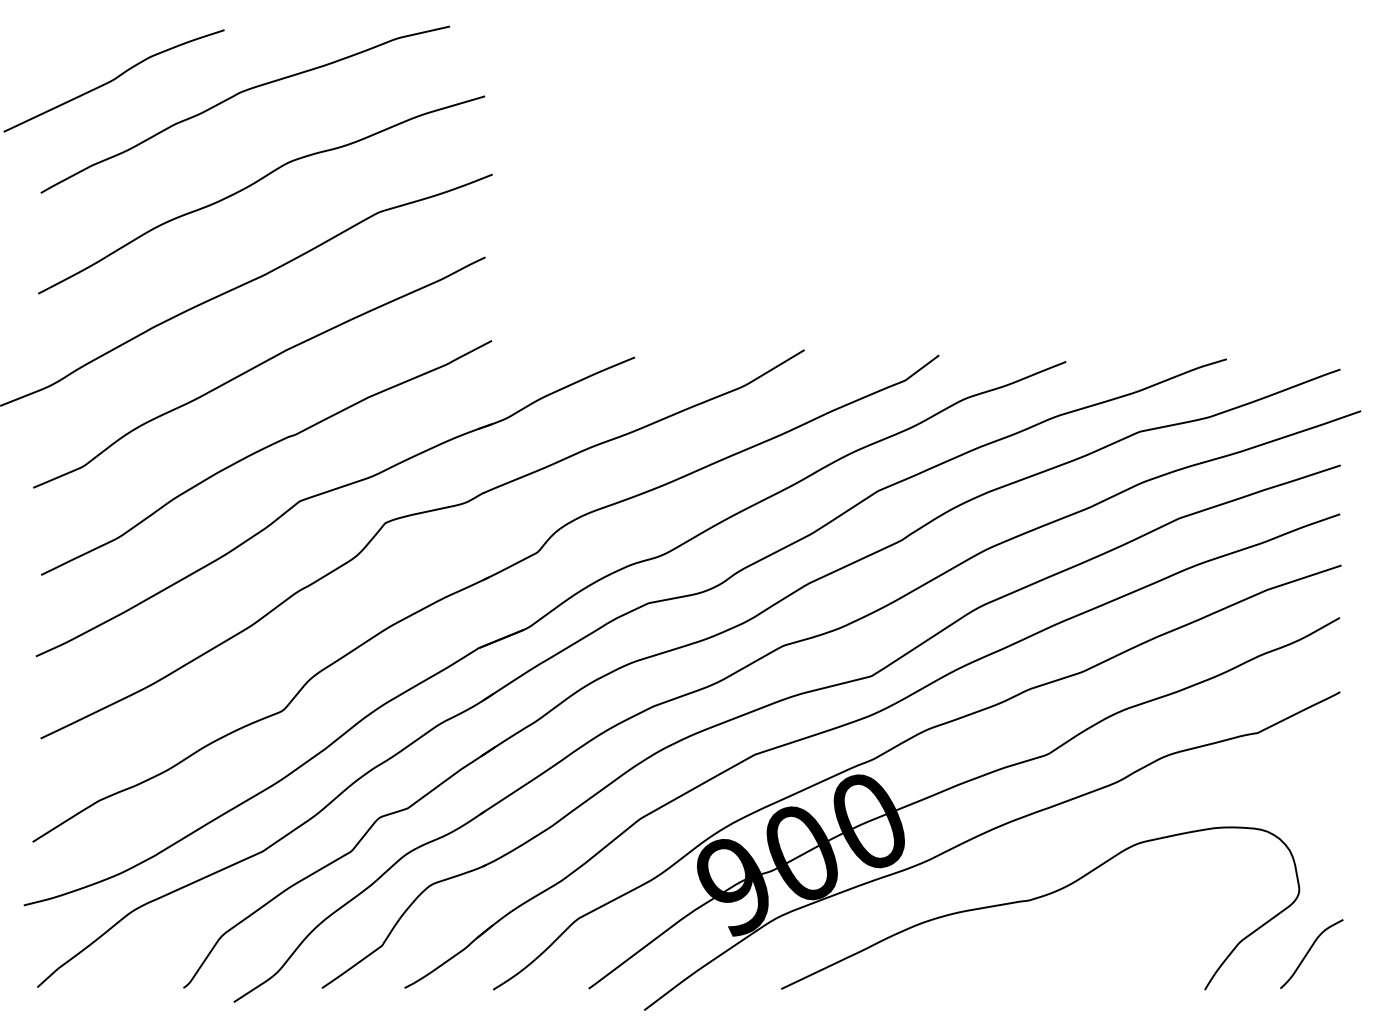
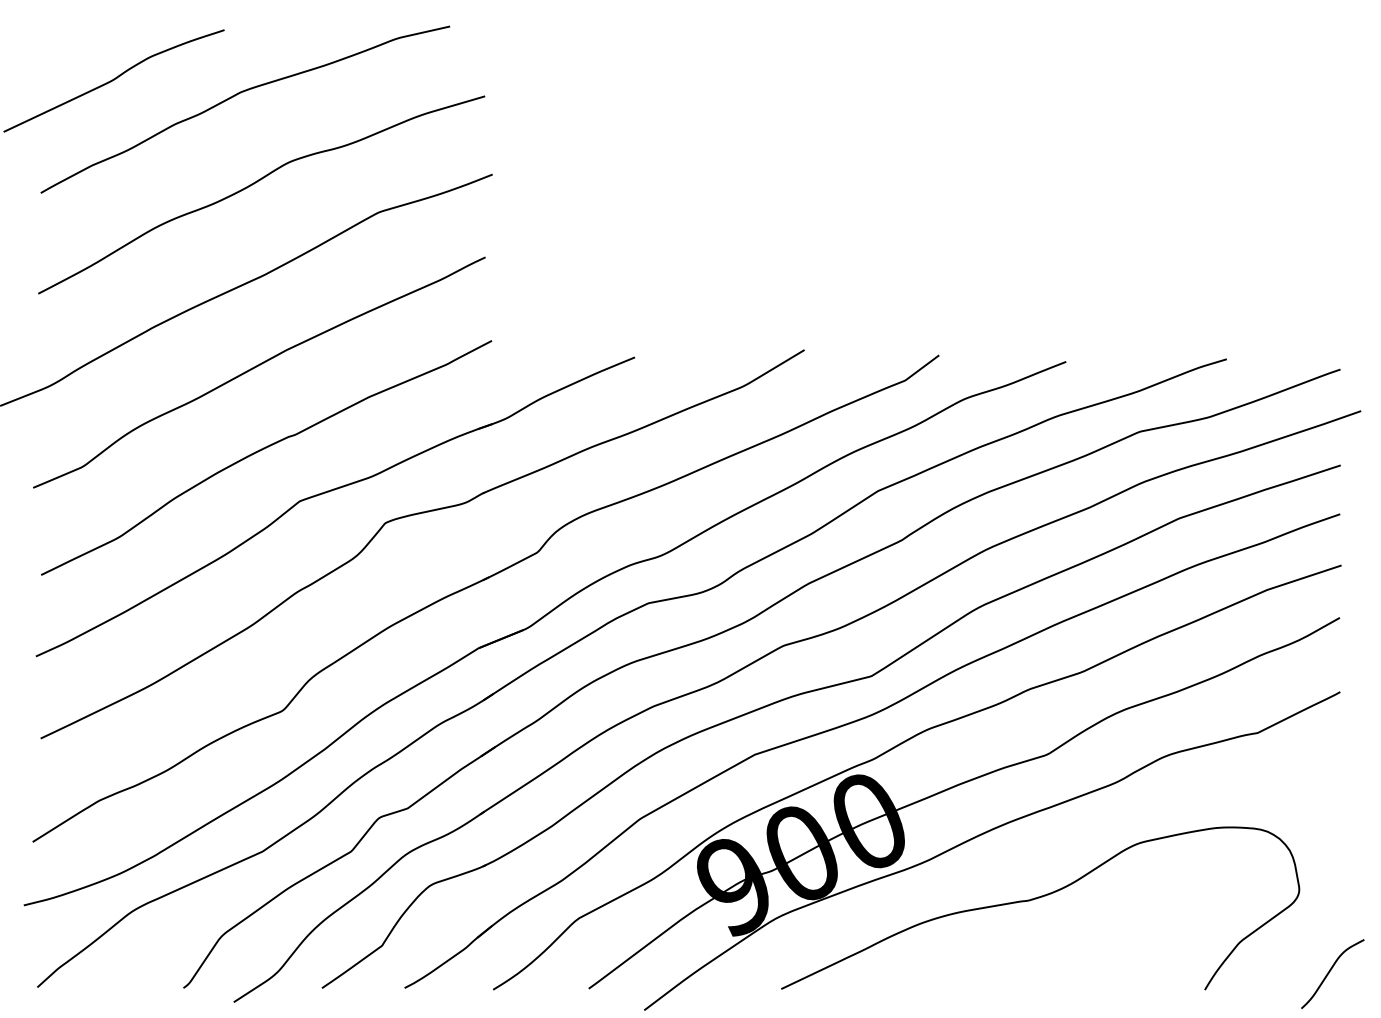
curve at (1309, 951) position: (1309, 951) -> (1330, 971)
